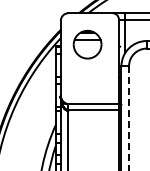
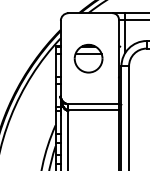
part at (87, 44) position: (87, 44) -> (88, 58)
line at (129, 118): dashed -> solid
